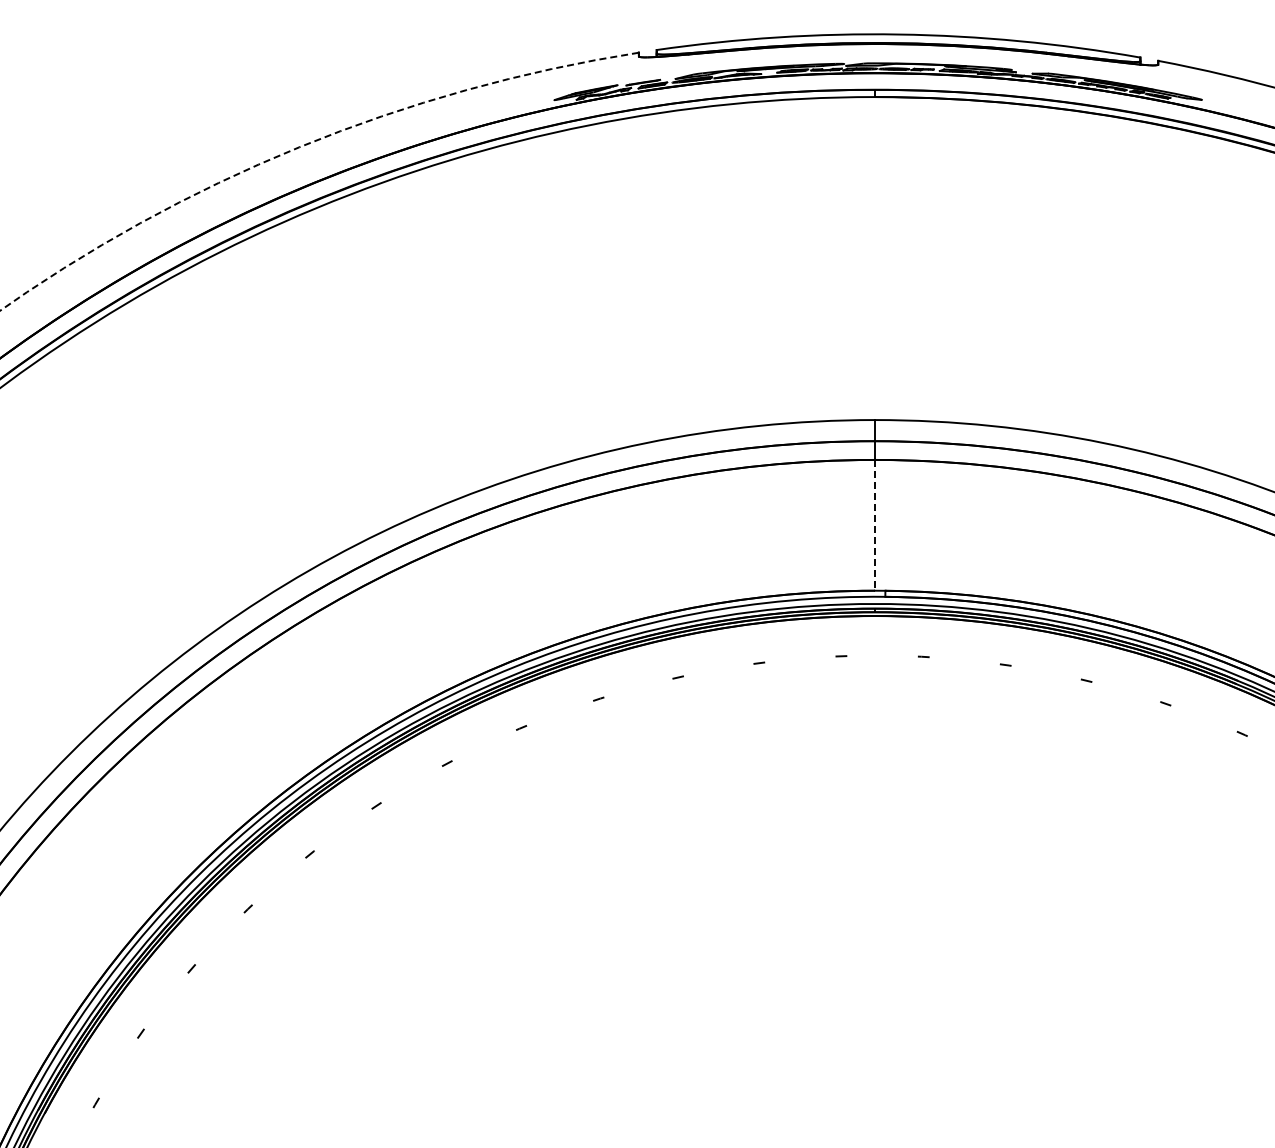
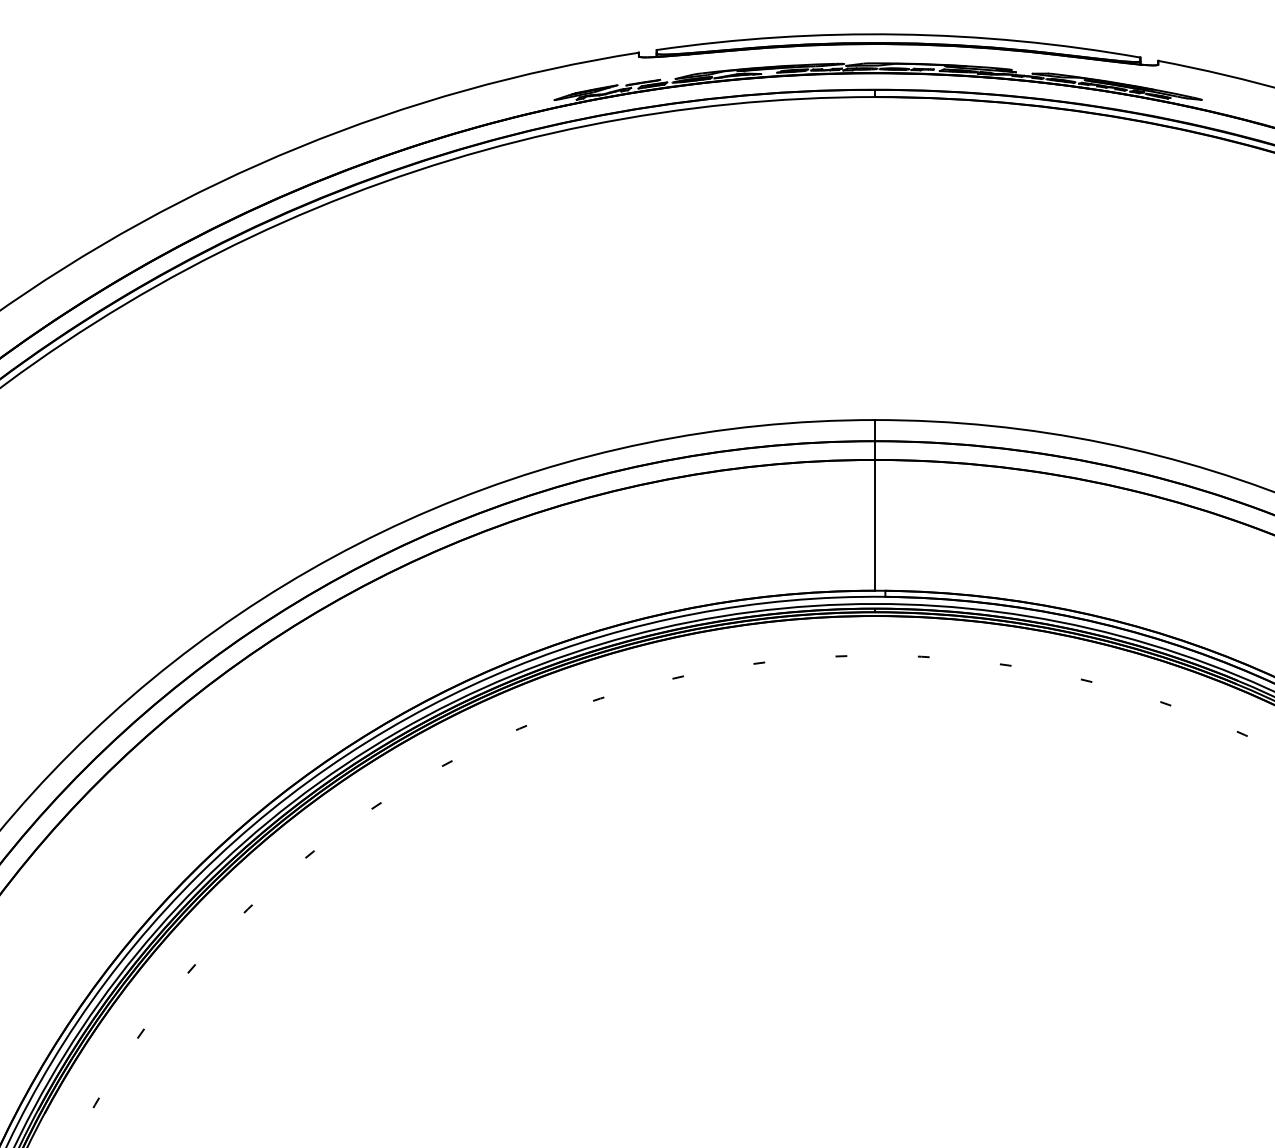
arc at (304, 145): dashed -> solid
line at (875, 525): dashed -> solid
